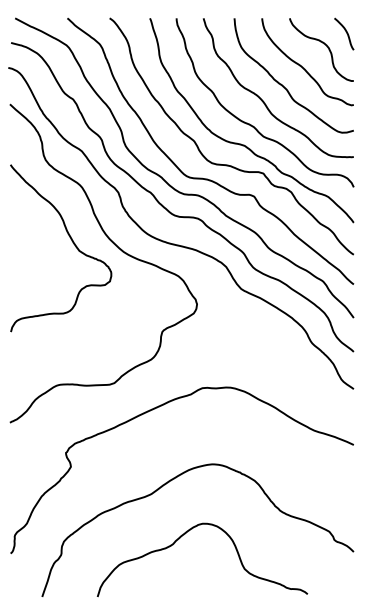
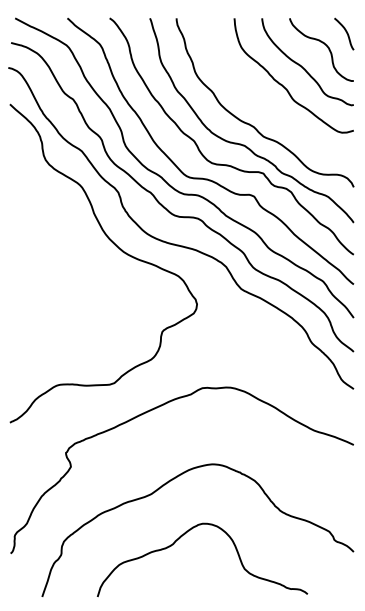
curve at (264, 101): present -> none
curve at (71, 241): present -> none
